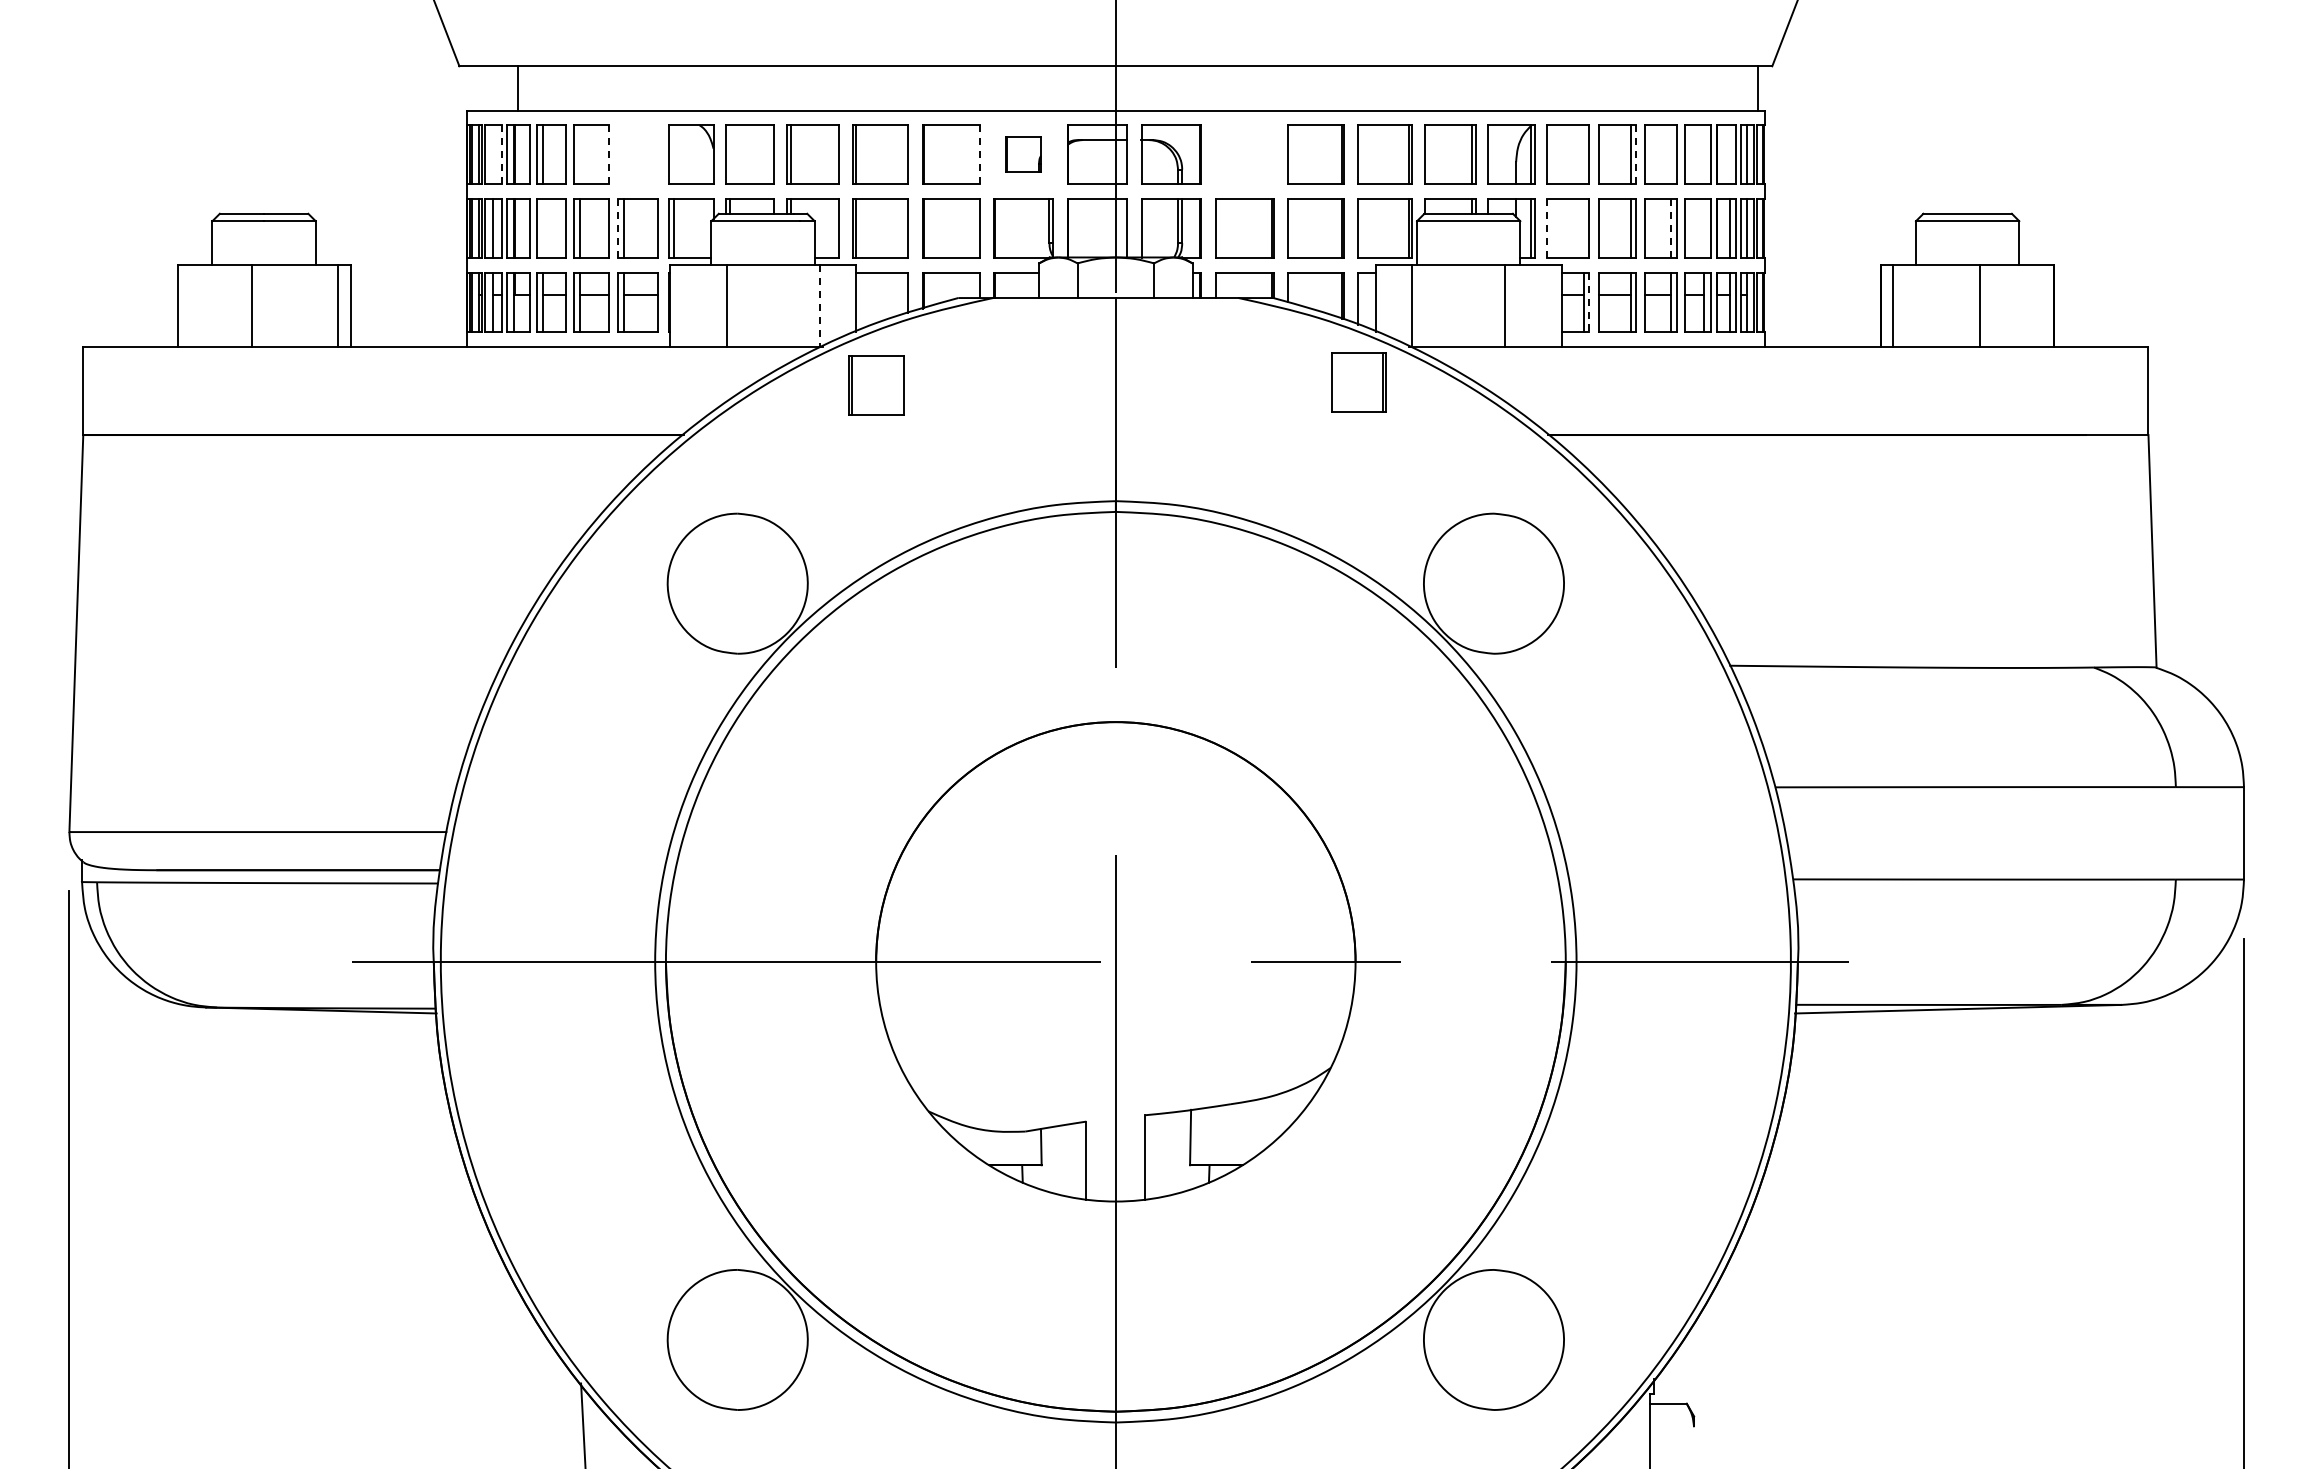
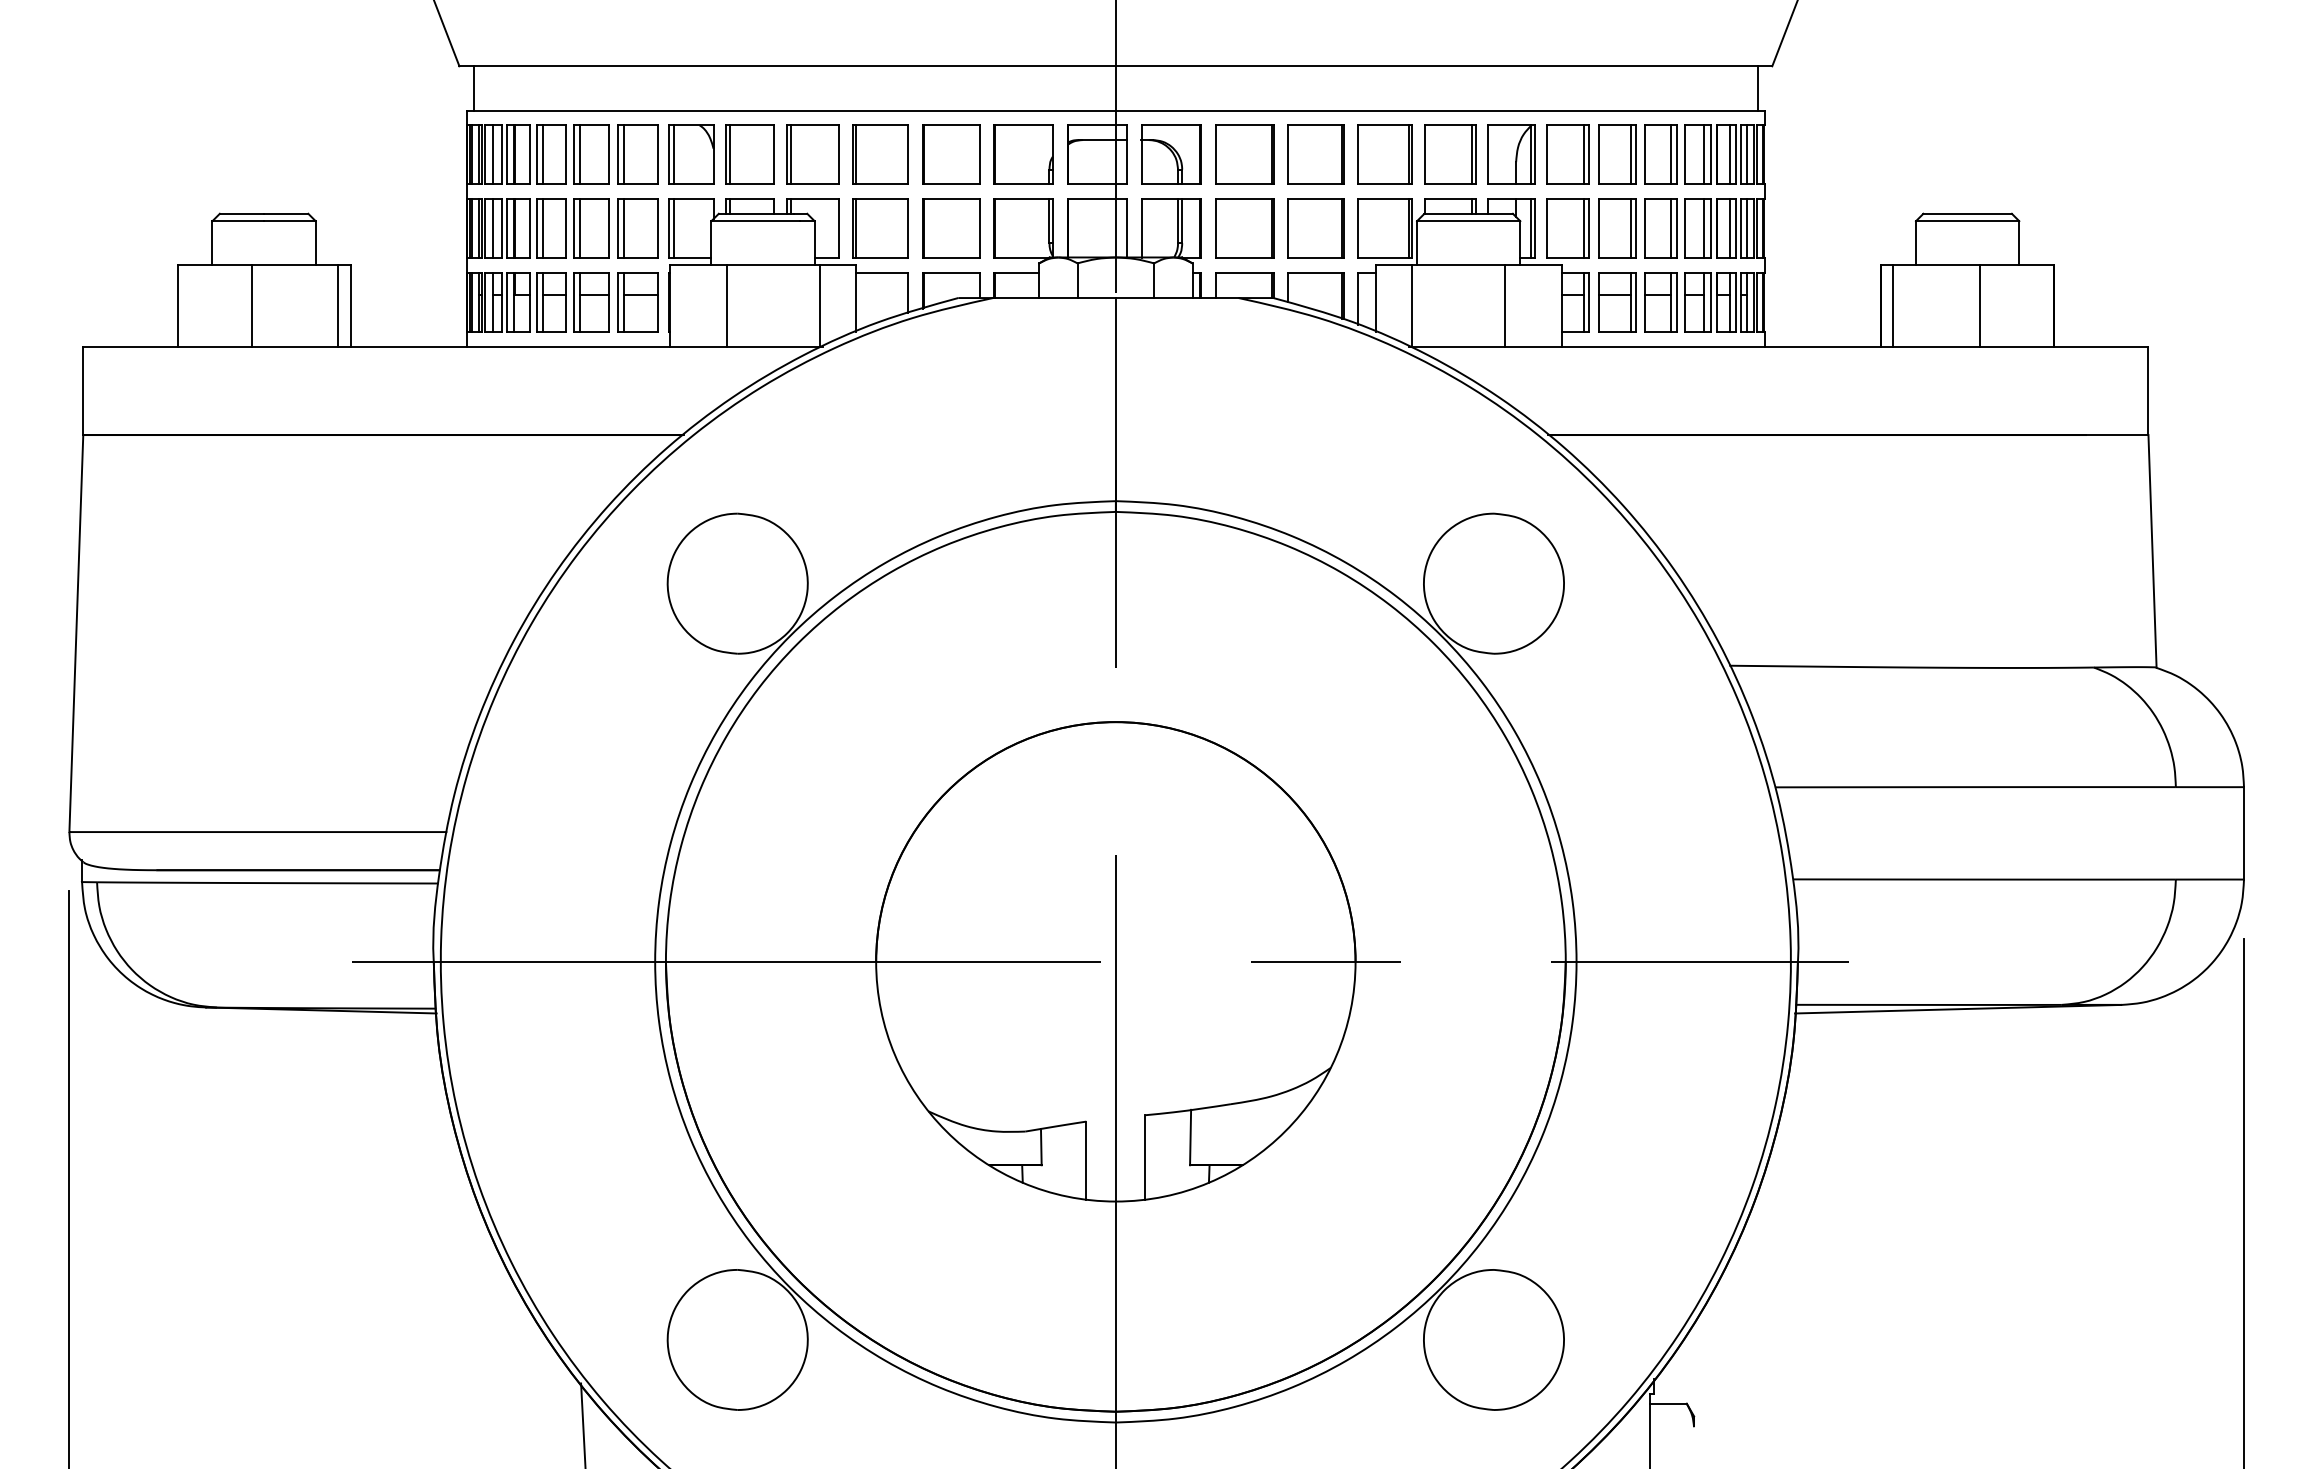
line at (518, 88) position: (518, 88) -> (474, 88)
line at (492, 154): none -> present
line at (502, 154): dashed -> solid
line at (579, 154): none -> present
line at (608, 154): dashed -> solid
part at (637, 154): none -> present
line at (673, 154): none -> present
line at (729, 154): none -> present
line at (979, 154): dashed -> solid
part at (1023, 154) size: 37x37 px -> 61x61 px
part at (1244, 154): none -> present
line at (1583, 154): none -> present
line at (1636, 154): dashed -> solid
line at (1671, 154): none -> present
line at (1704, 154): none -> present
line at (1729, 154): none -> present
line at (543, 228): none -> present
line at (618, 228): dashed -> solid
line at (1546, 228): dashed -> solid
line at (1583, 228): none -> present
line at (1671, 228): dashed -> solid
line at (1704, 228): none -> present
line at (1588, 302): dashed -> solid
line at (820, 306): dashed -> solid
part at (1358, 382): present -> none
part at (876, 385): present -> none
